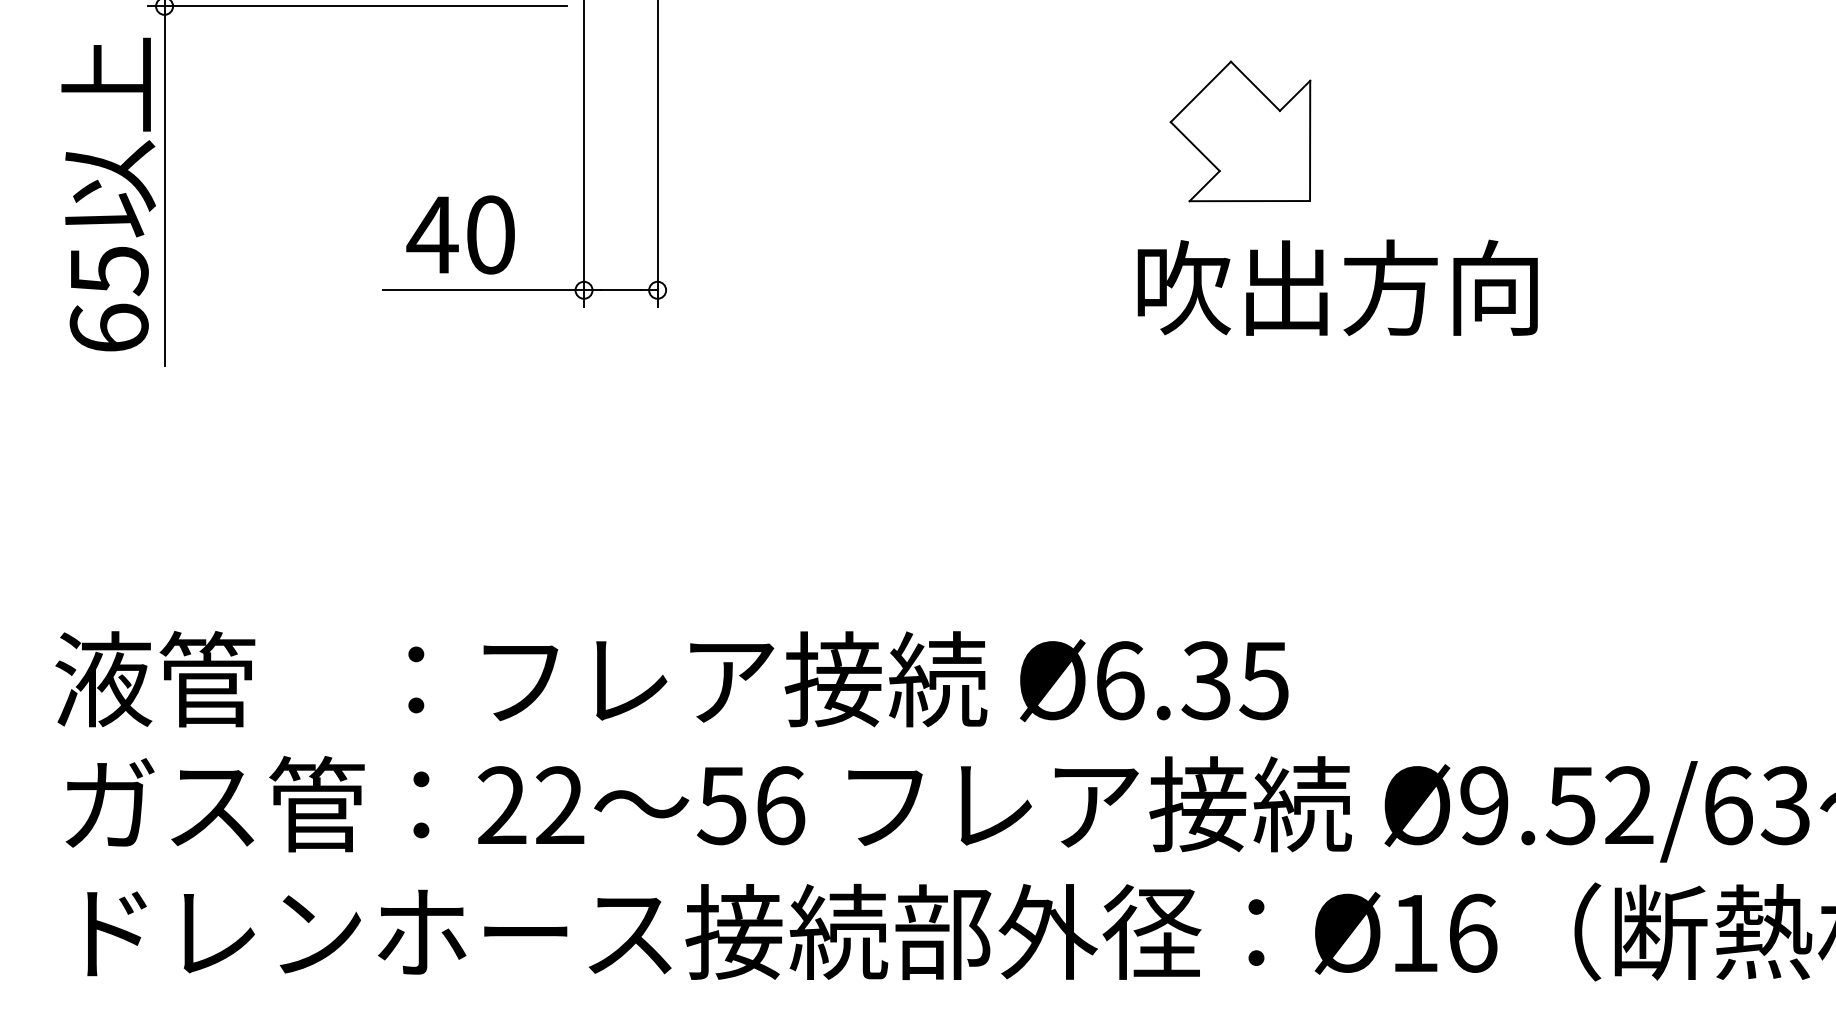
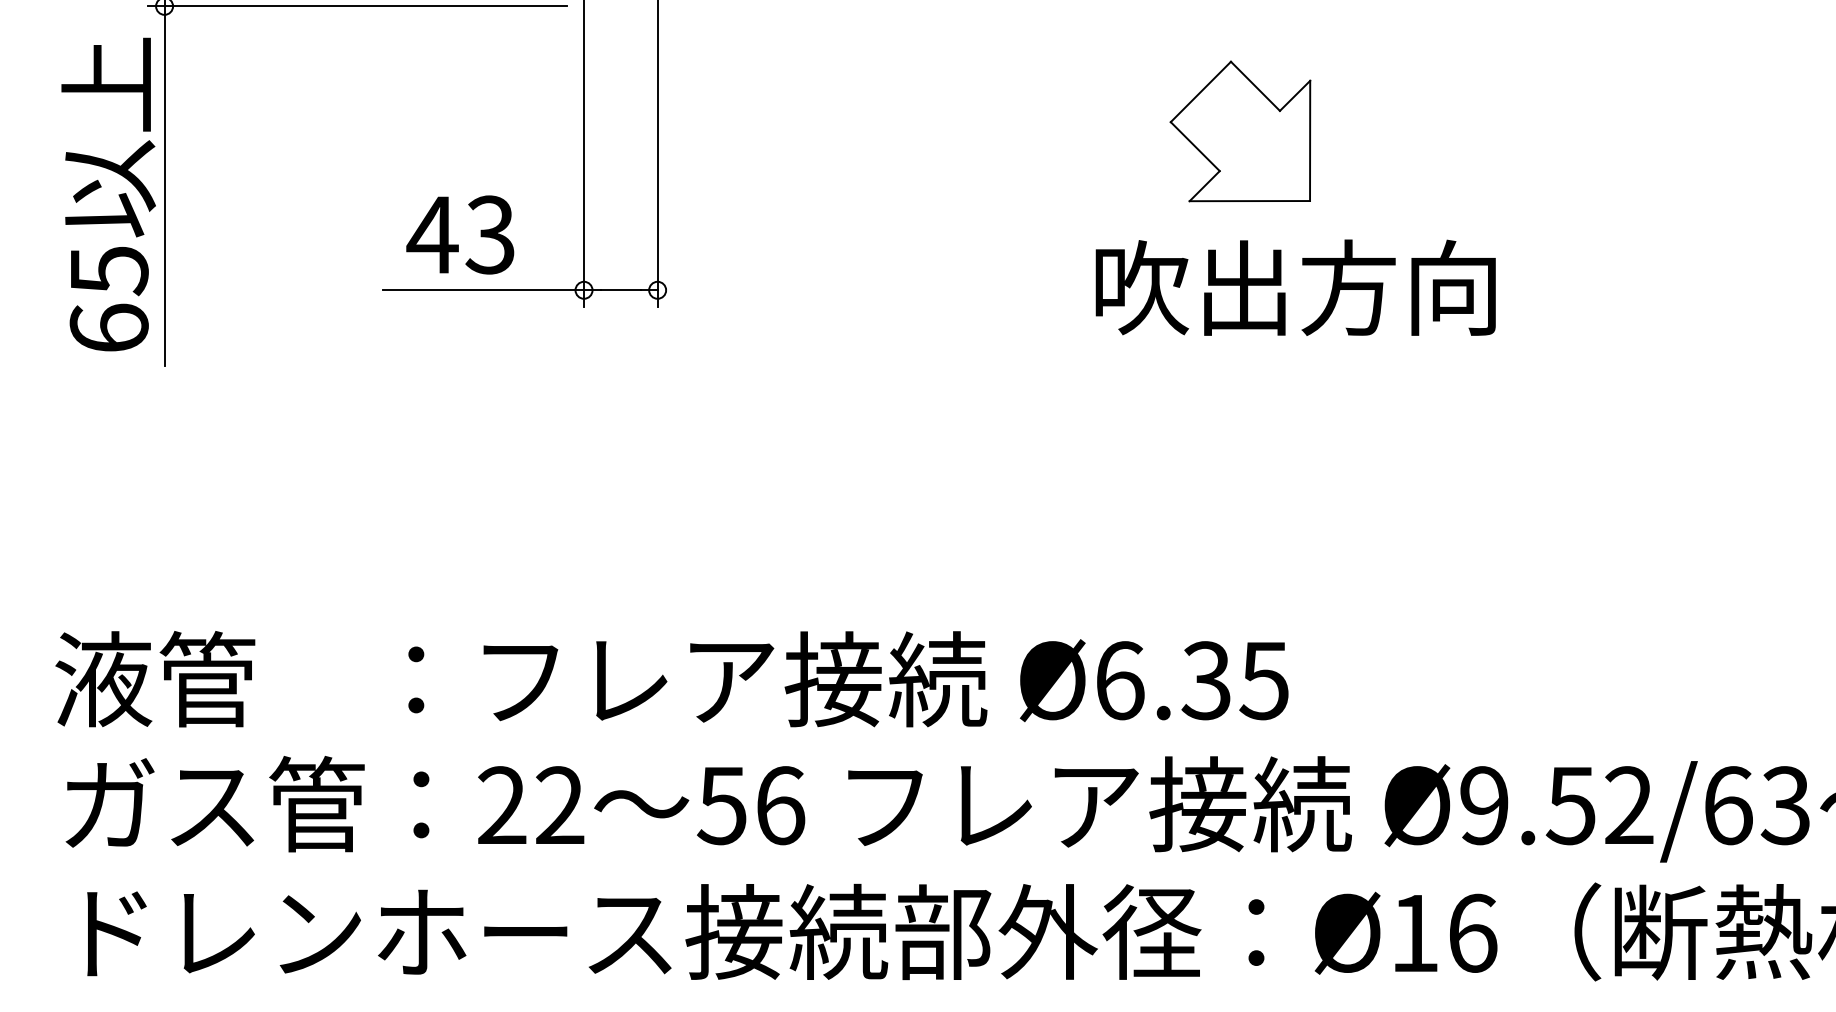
text at (489, 234): 40 -> 43
text at (1337, 287) position: (1337, 287) -> (1295, 287)
